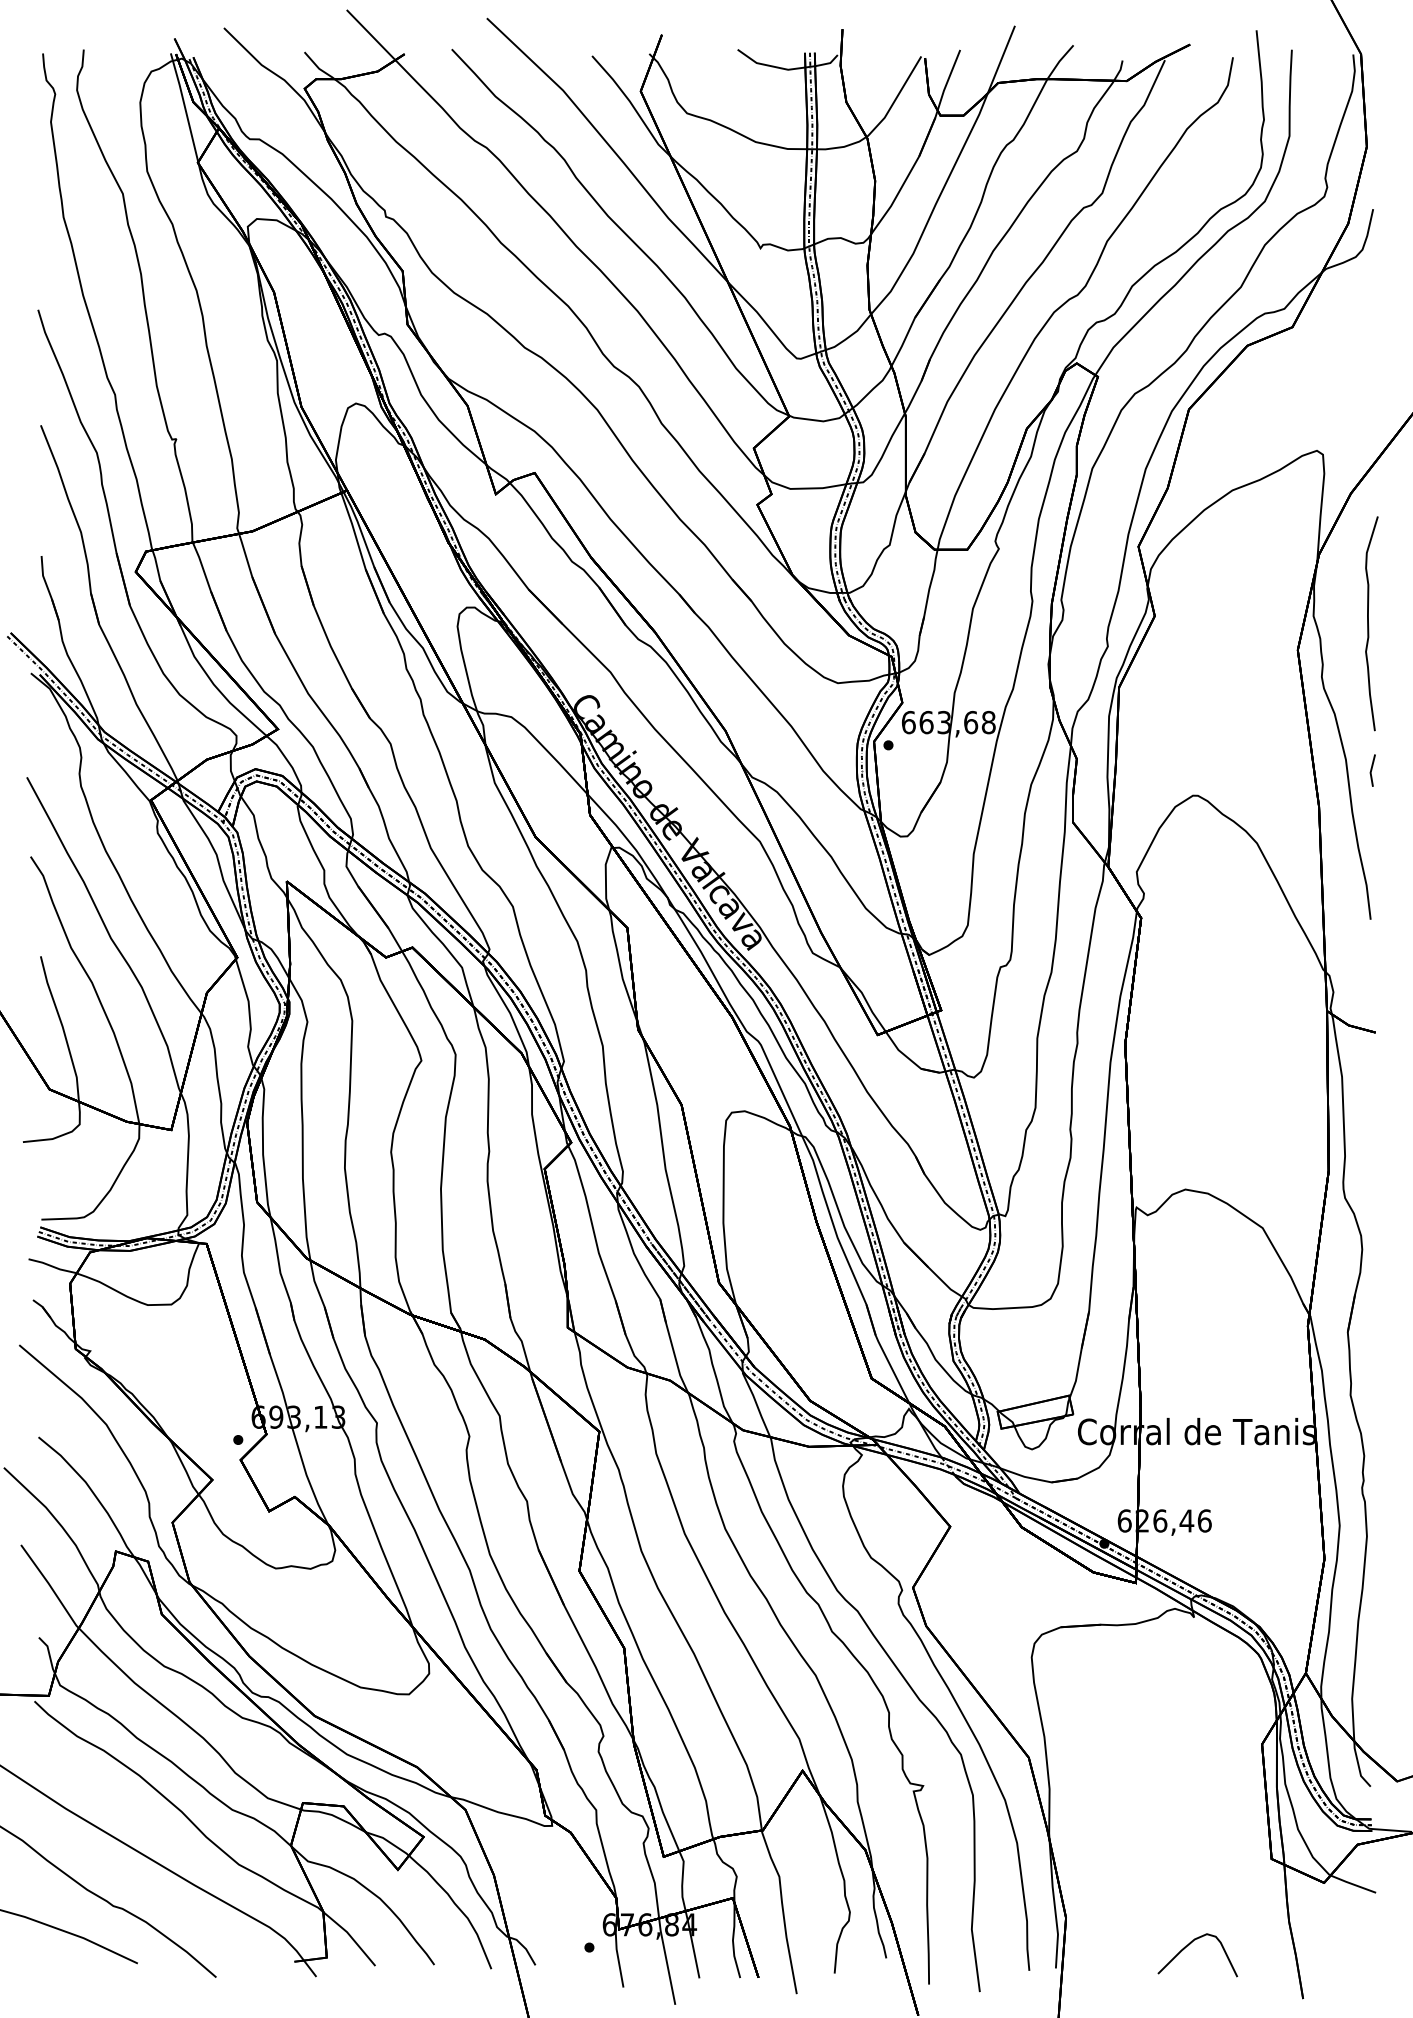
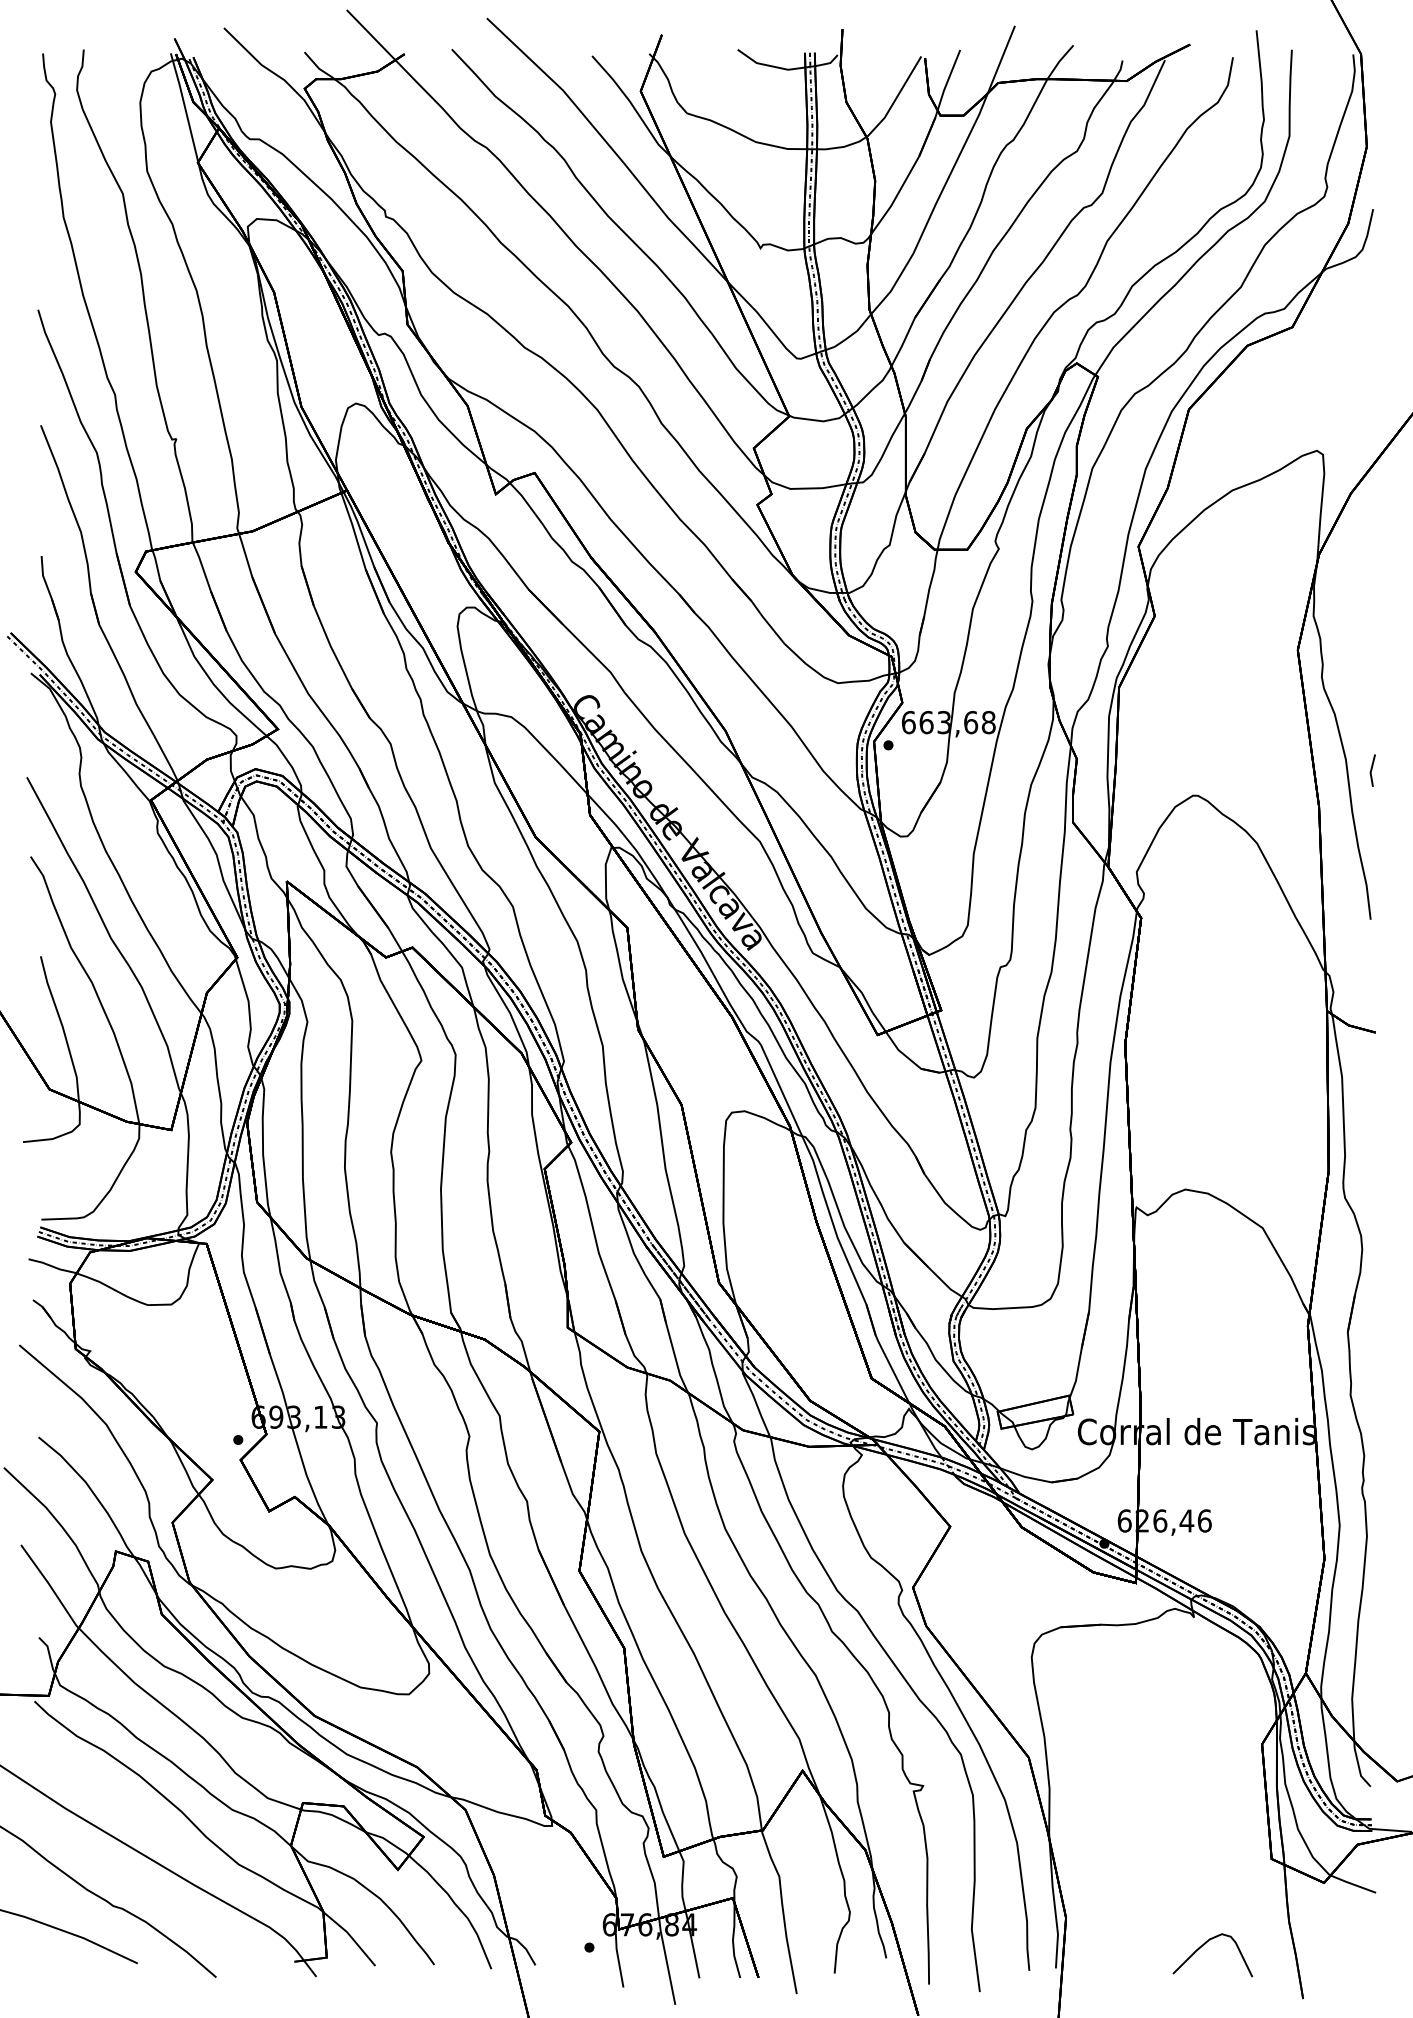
curve at (1368, 623): present -> none
curve at (1189, 1945) position: (1189, 1945) -> (1204, 1945)
